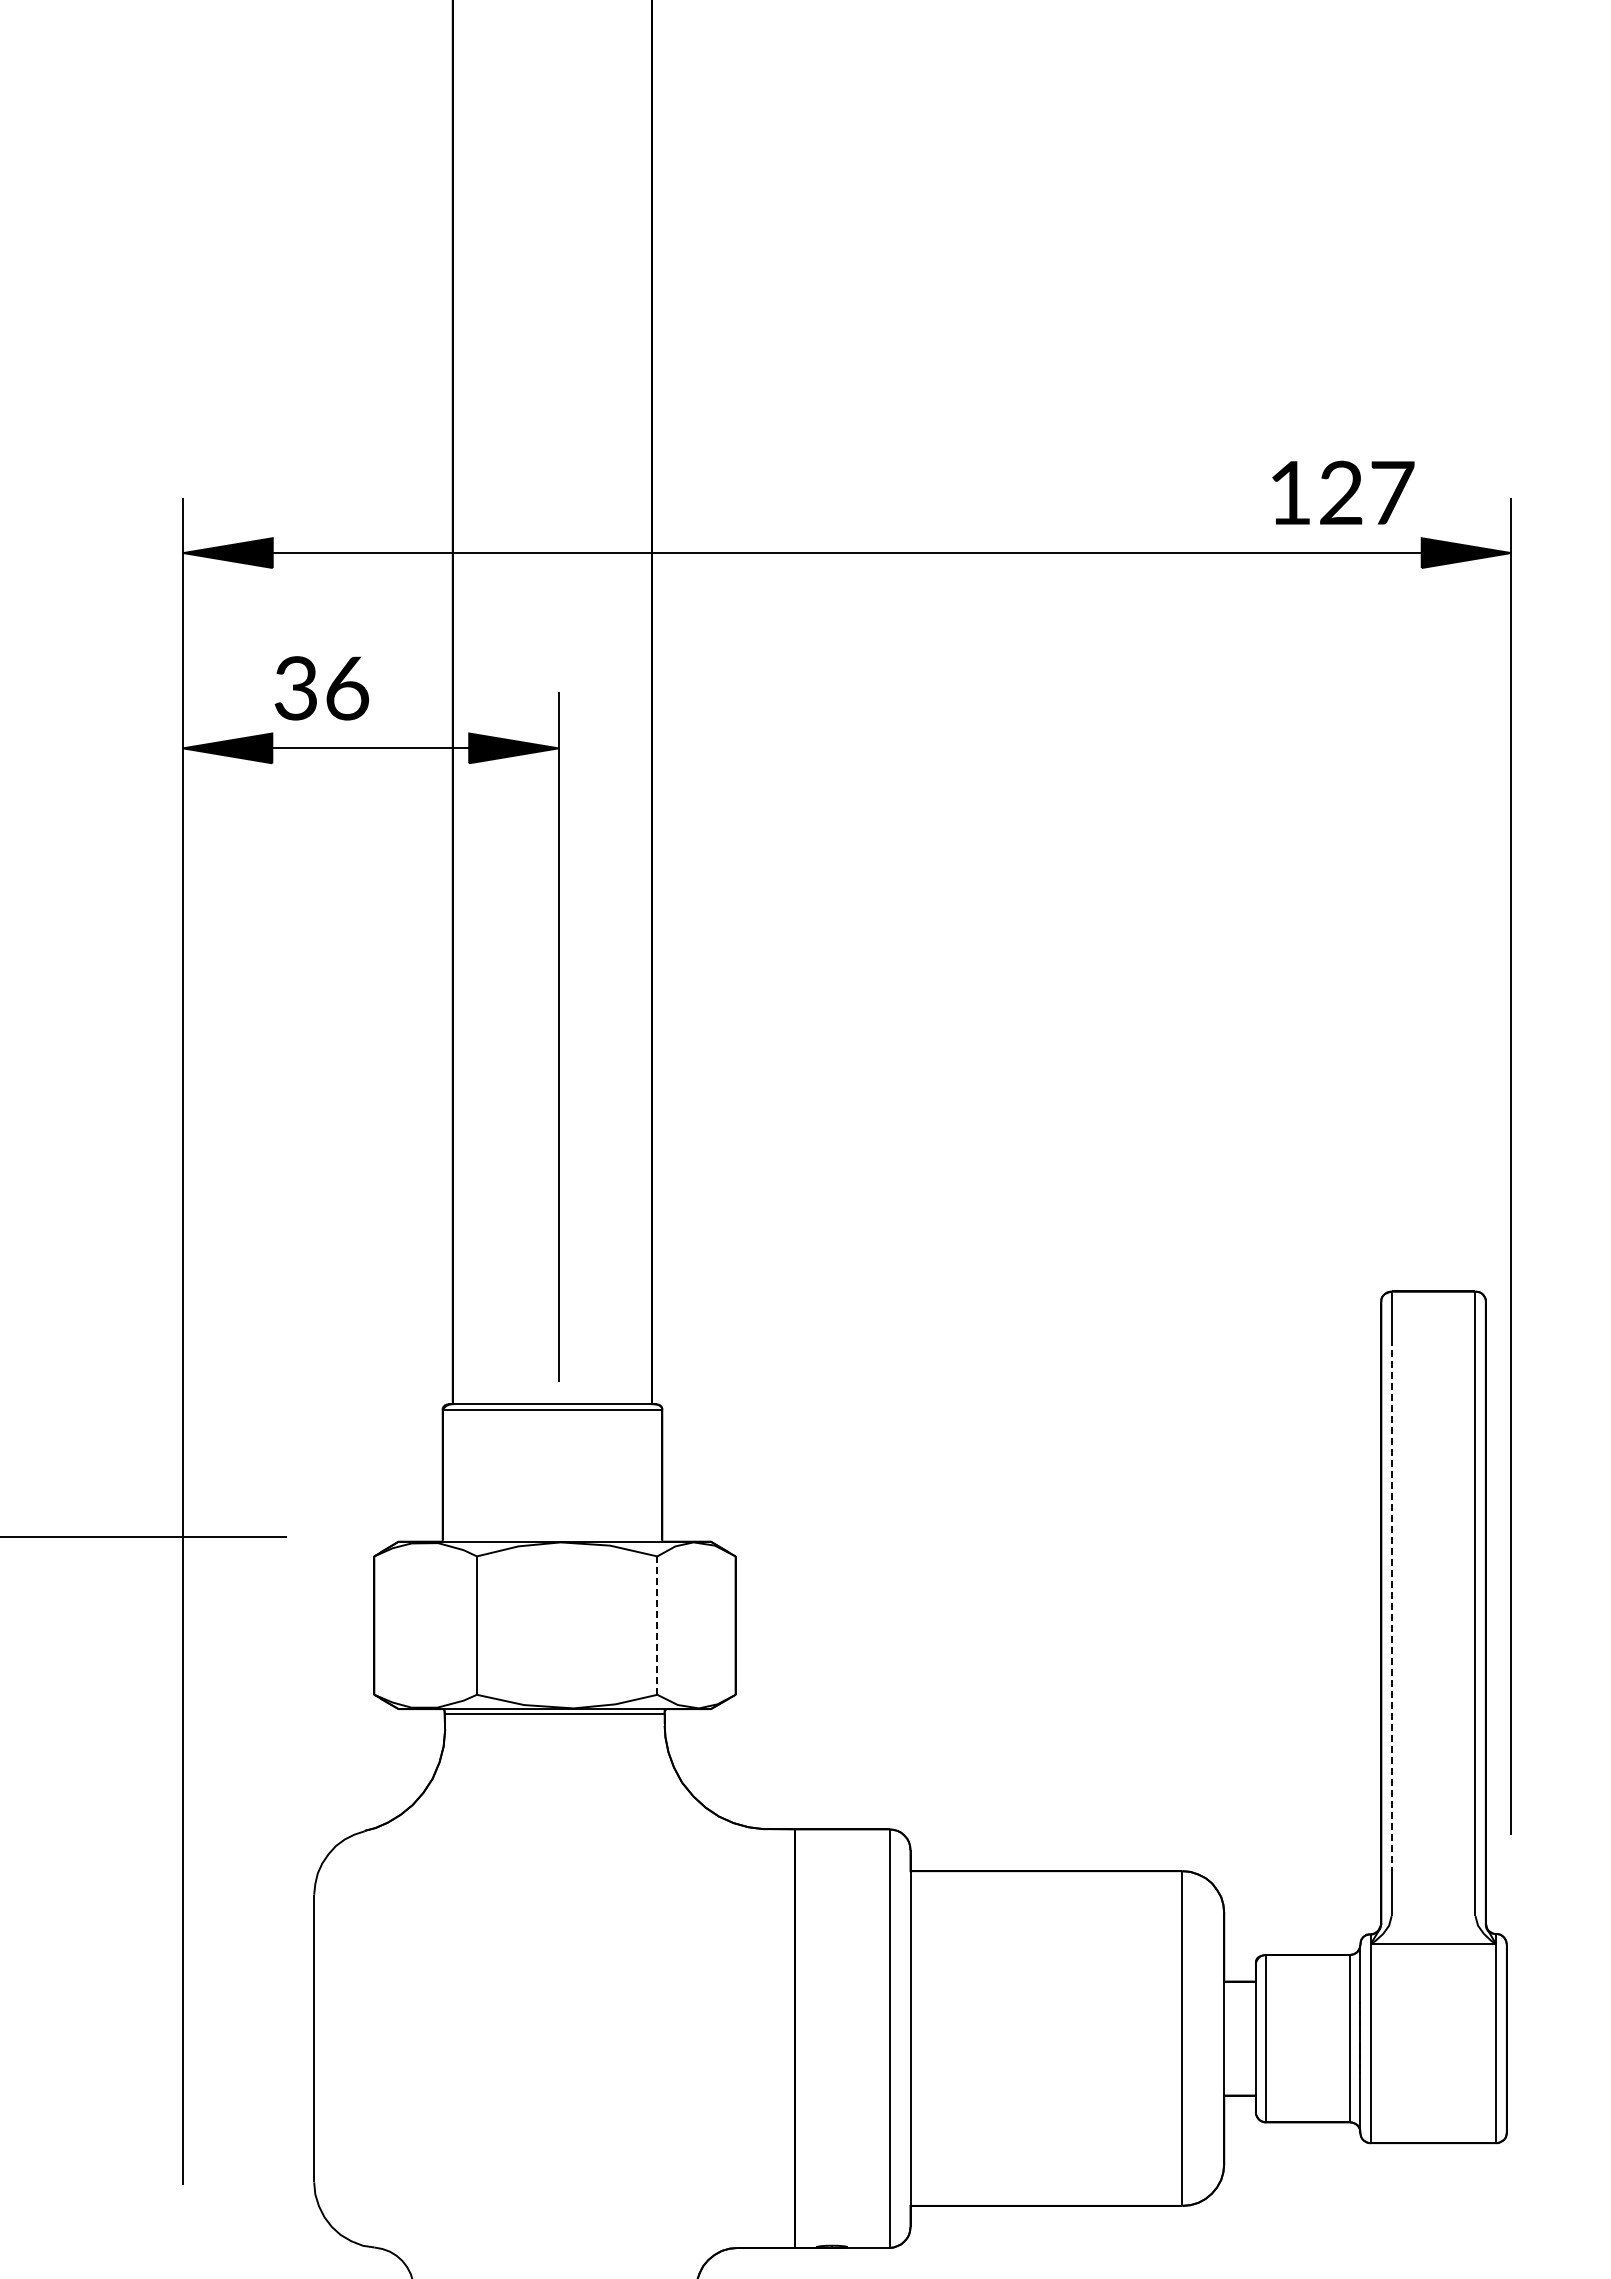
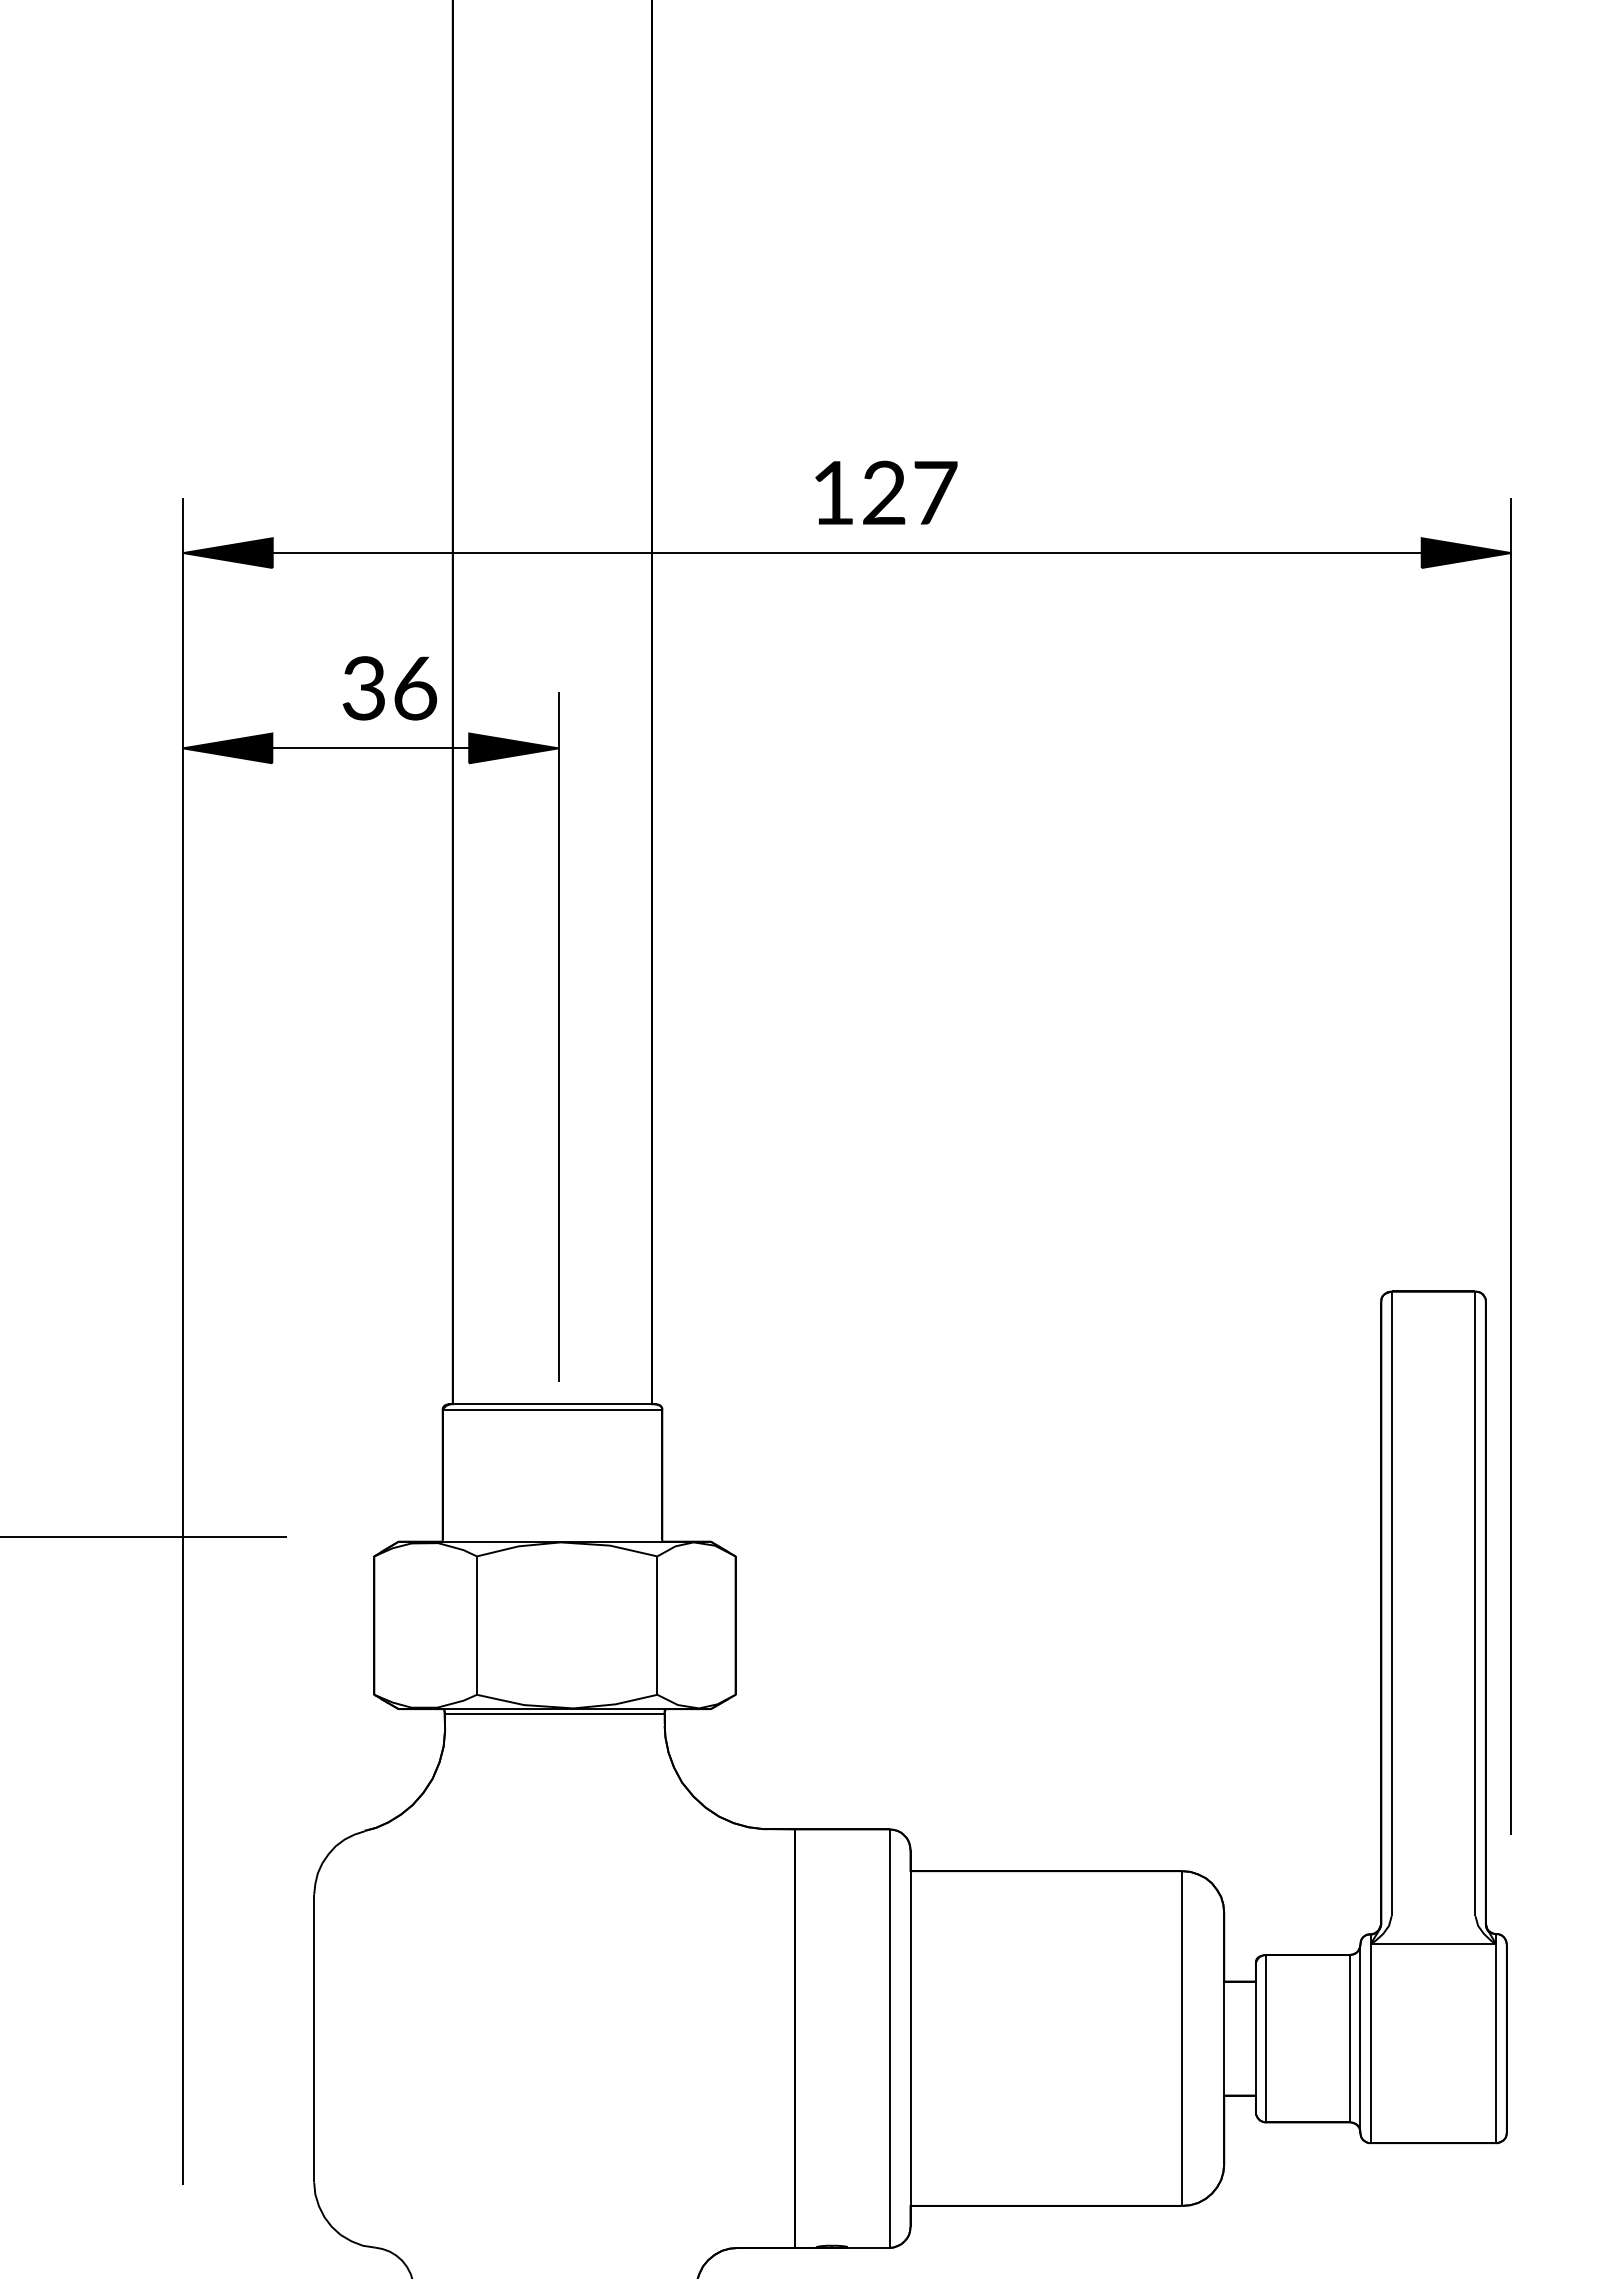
text at (1343, 492) position: (1343, 492) -> (886, 492)
text at (321, 688) position: (321, 688) -> (389, 688)
line at (1391, 1604): dashed -> solid
line at (657, 1625): dashed -> solid
